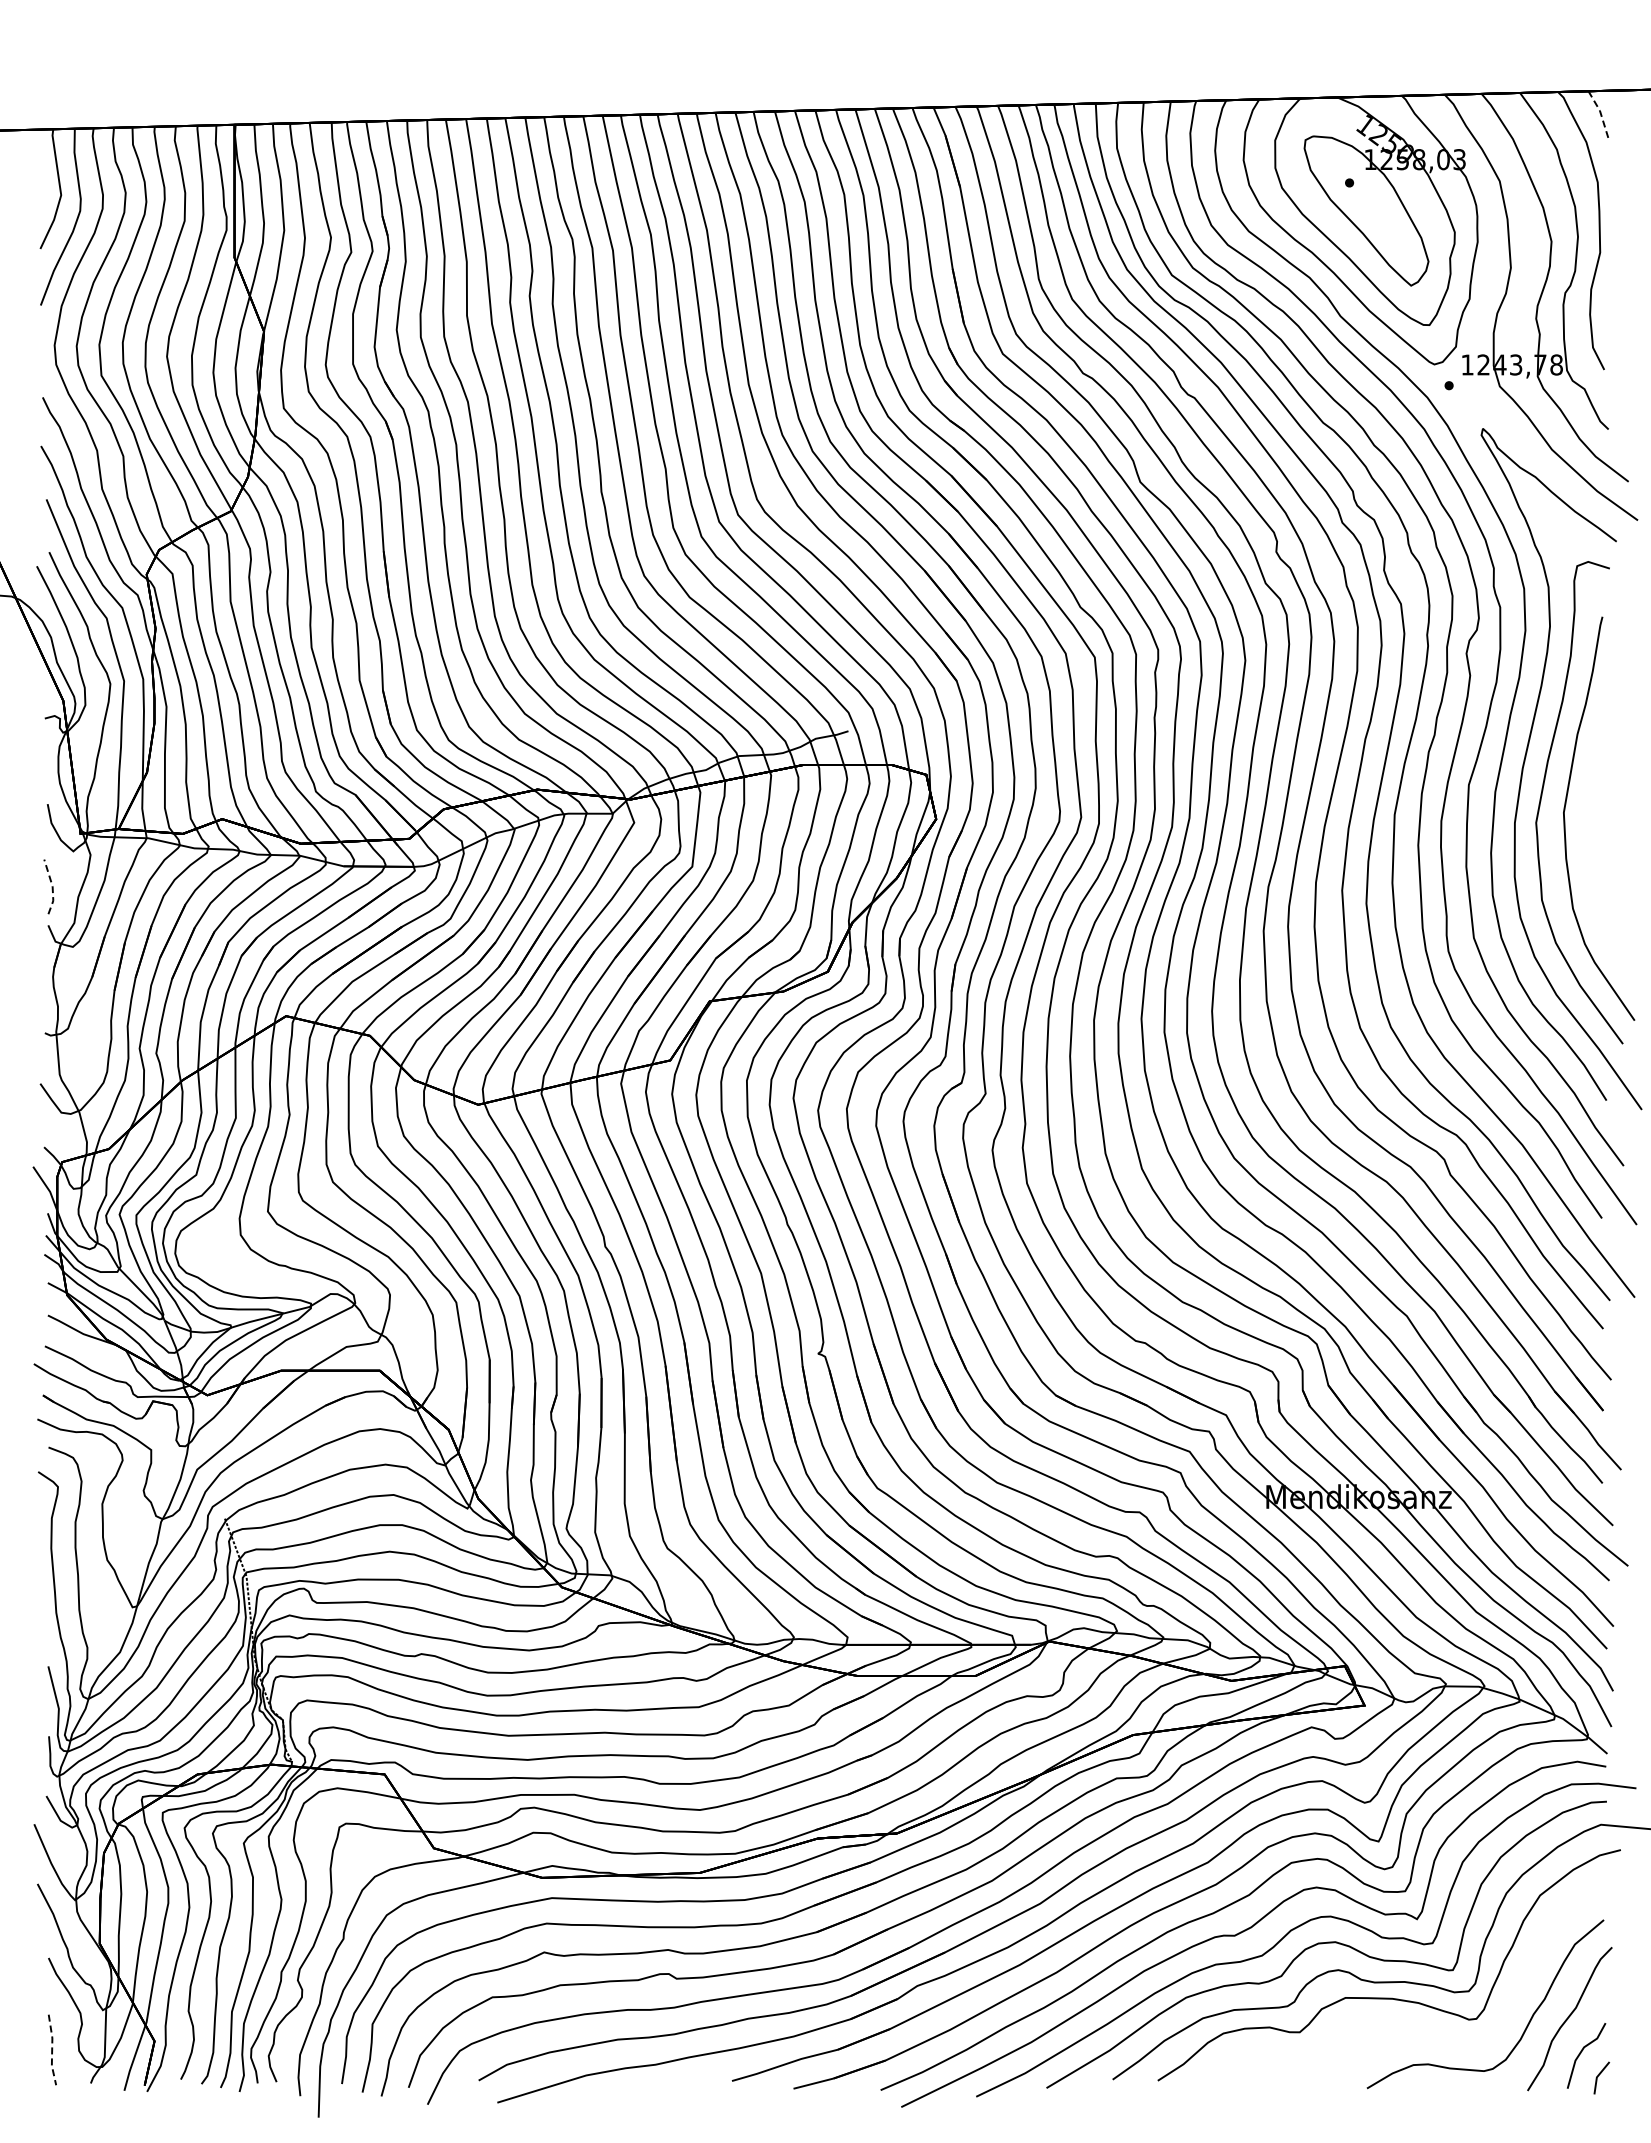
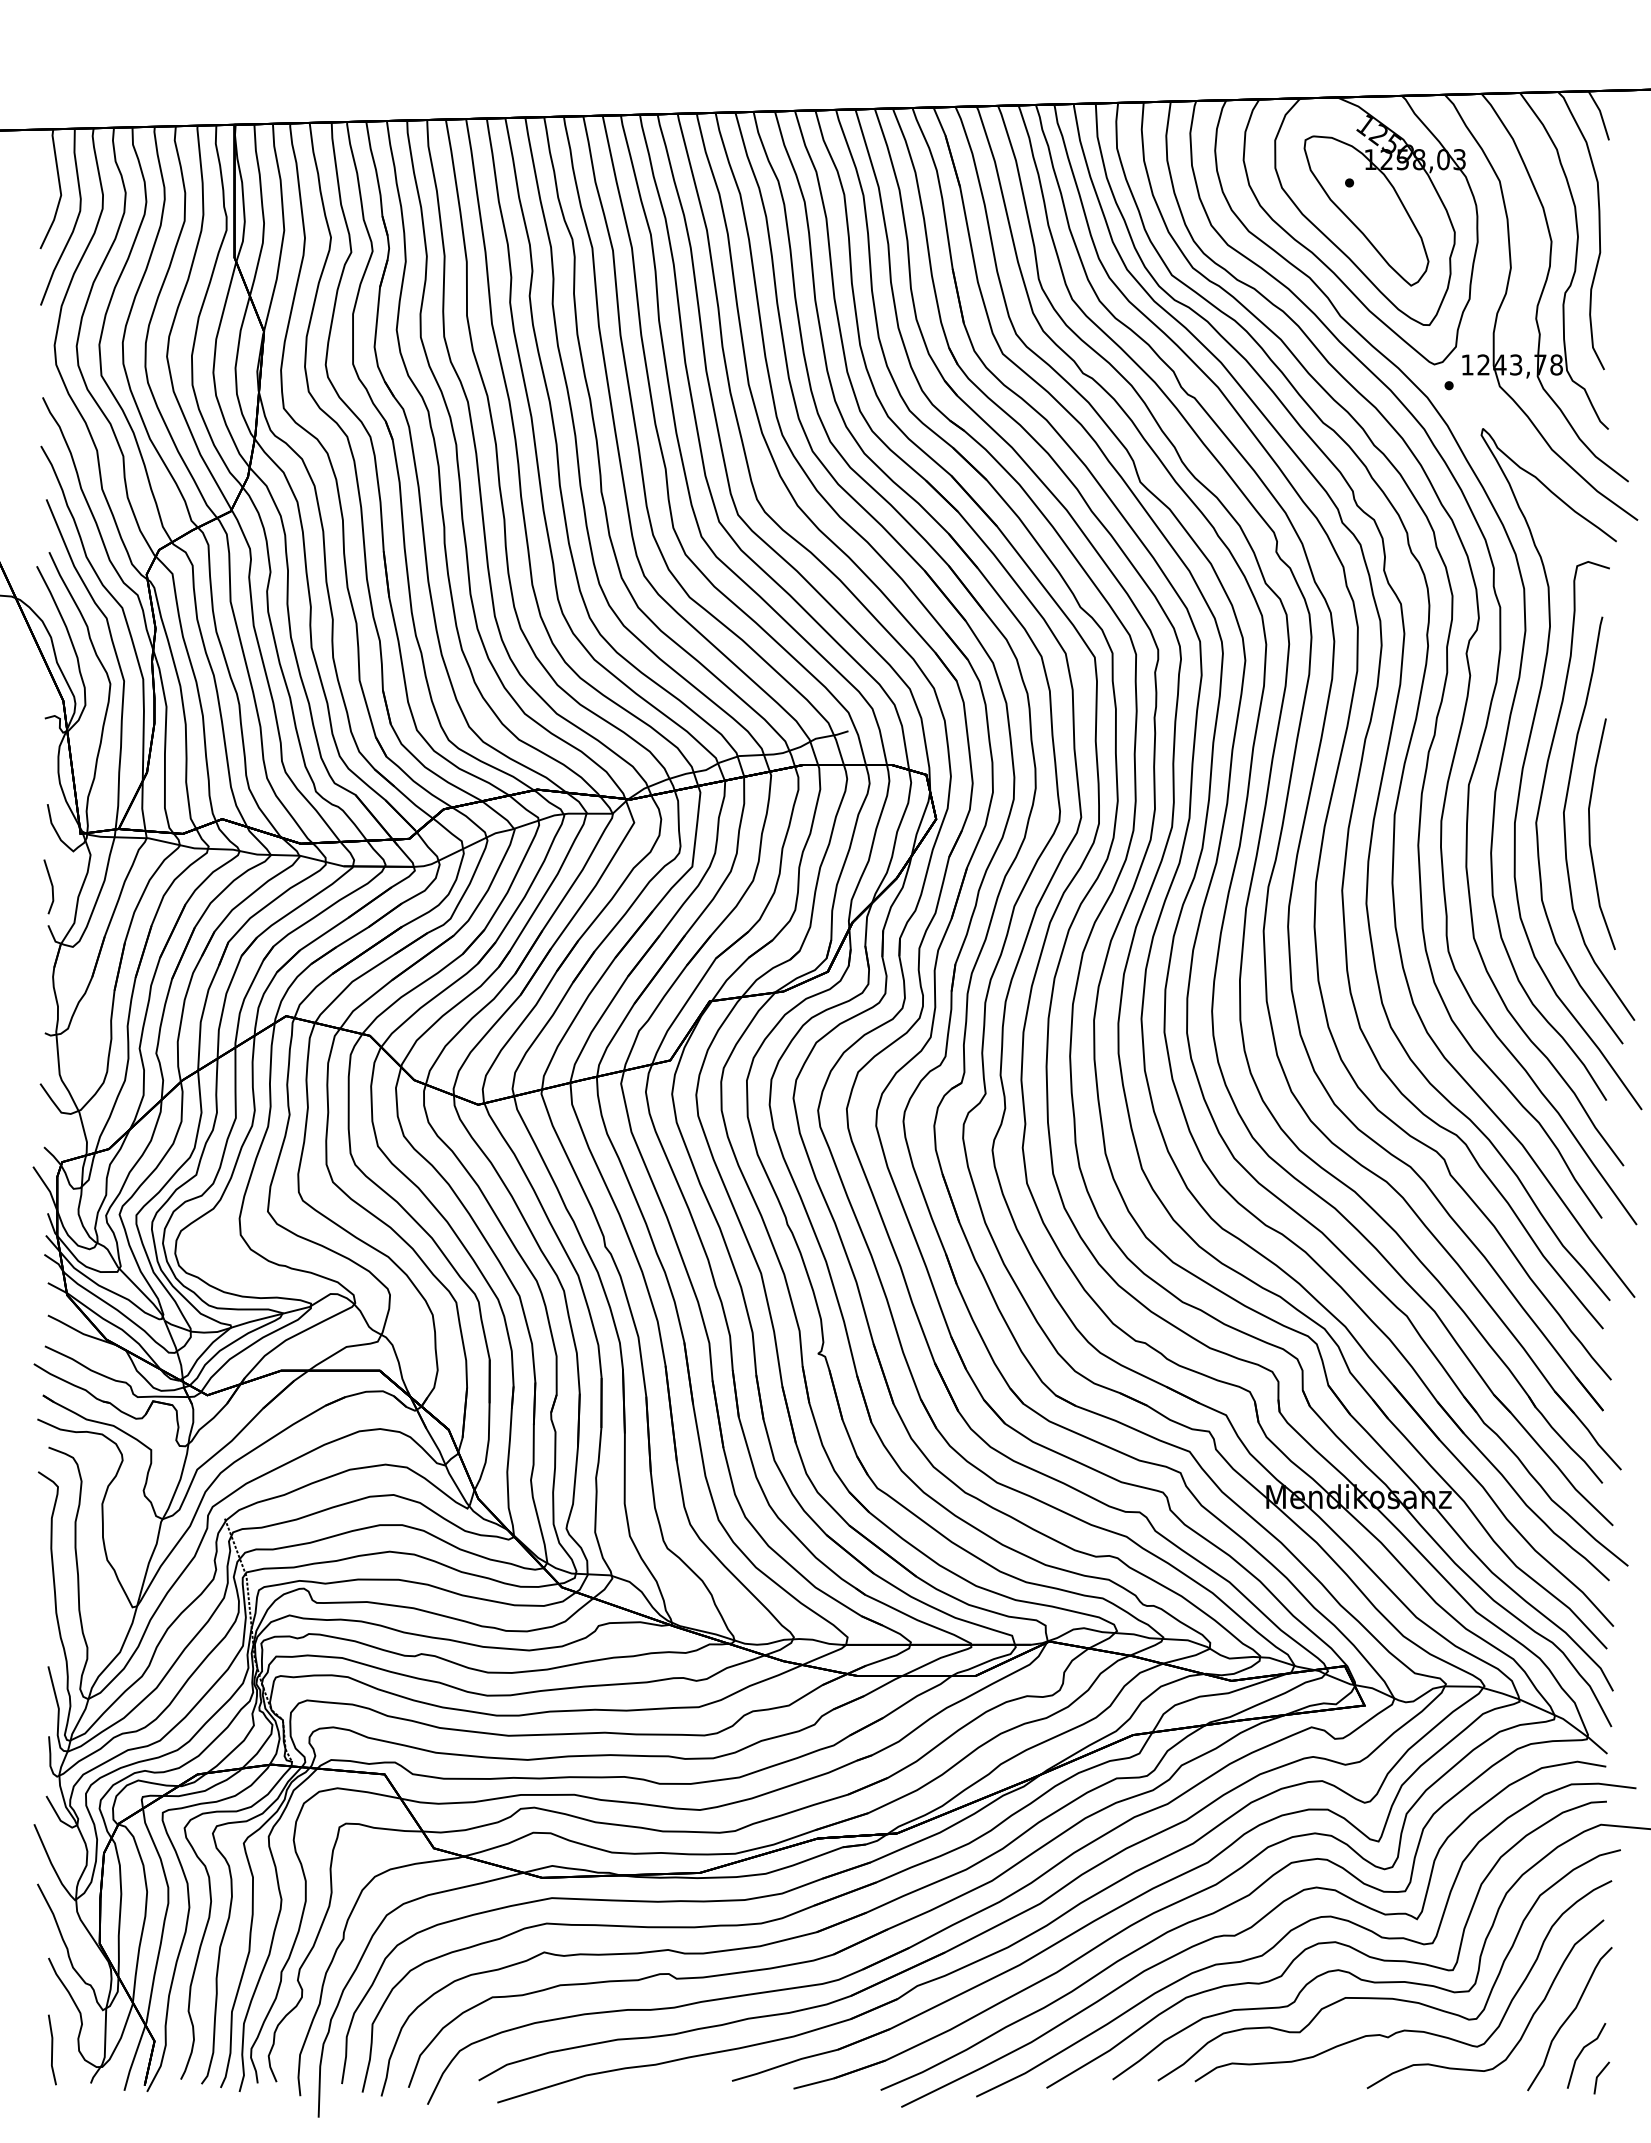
line at (1601, 114): dashed -> solid
curve at (1590, 833): none -> present
line at (52, 886): dashed -> solid
curve at (1403, 2029): none -> present
line at (52, 2050): dashed -> solid
